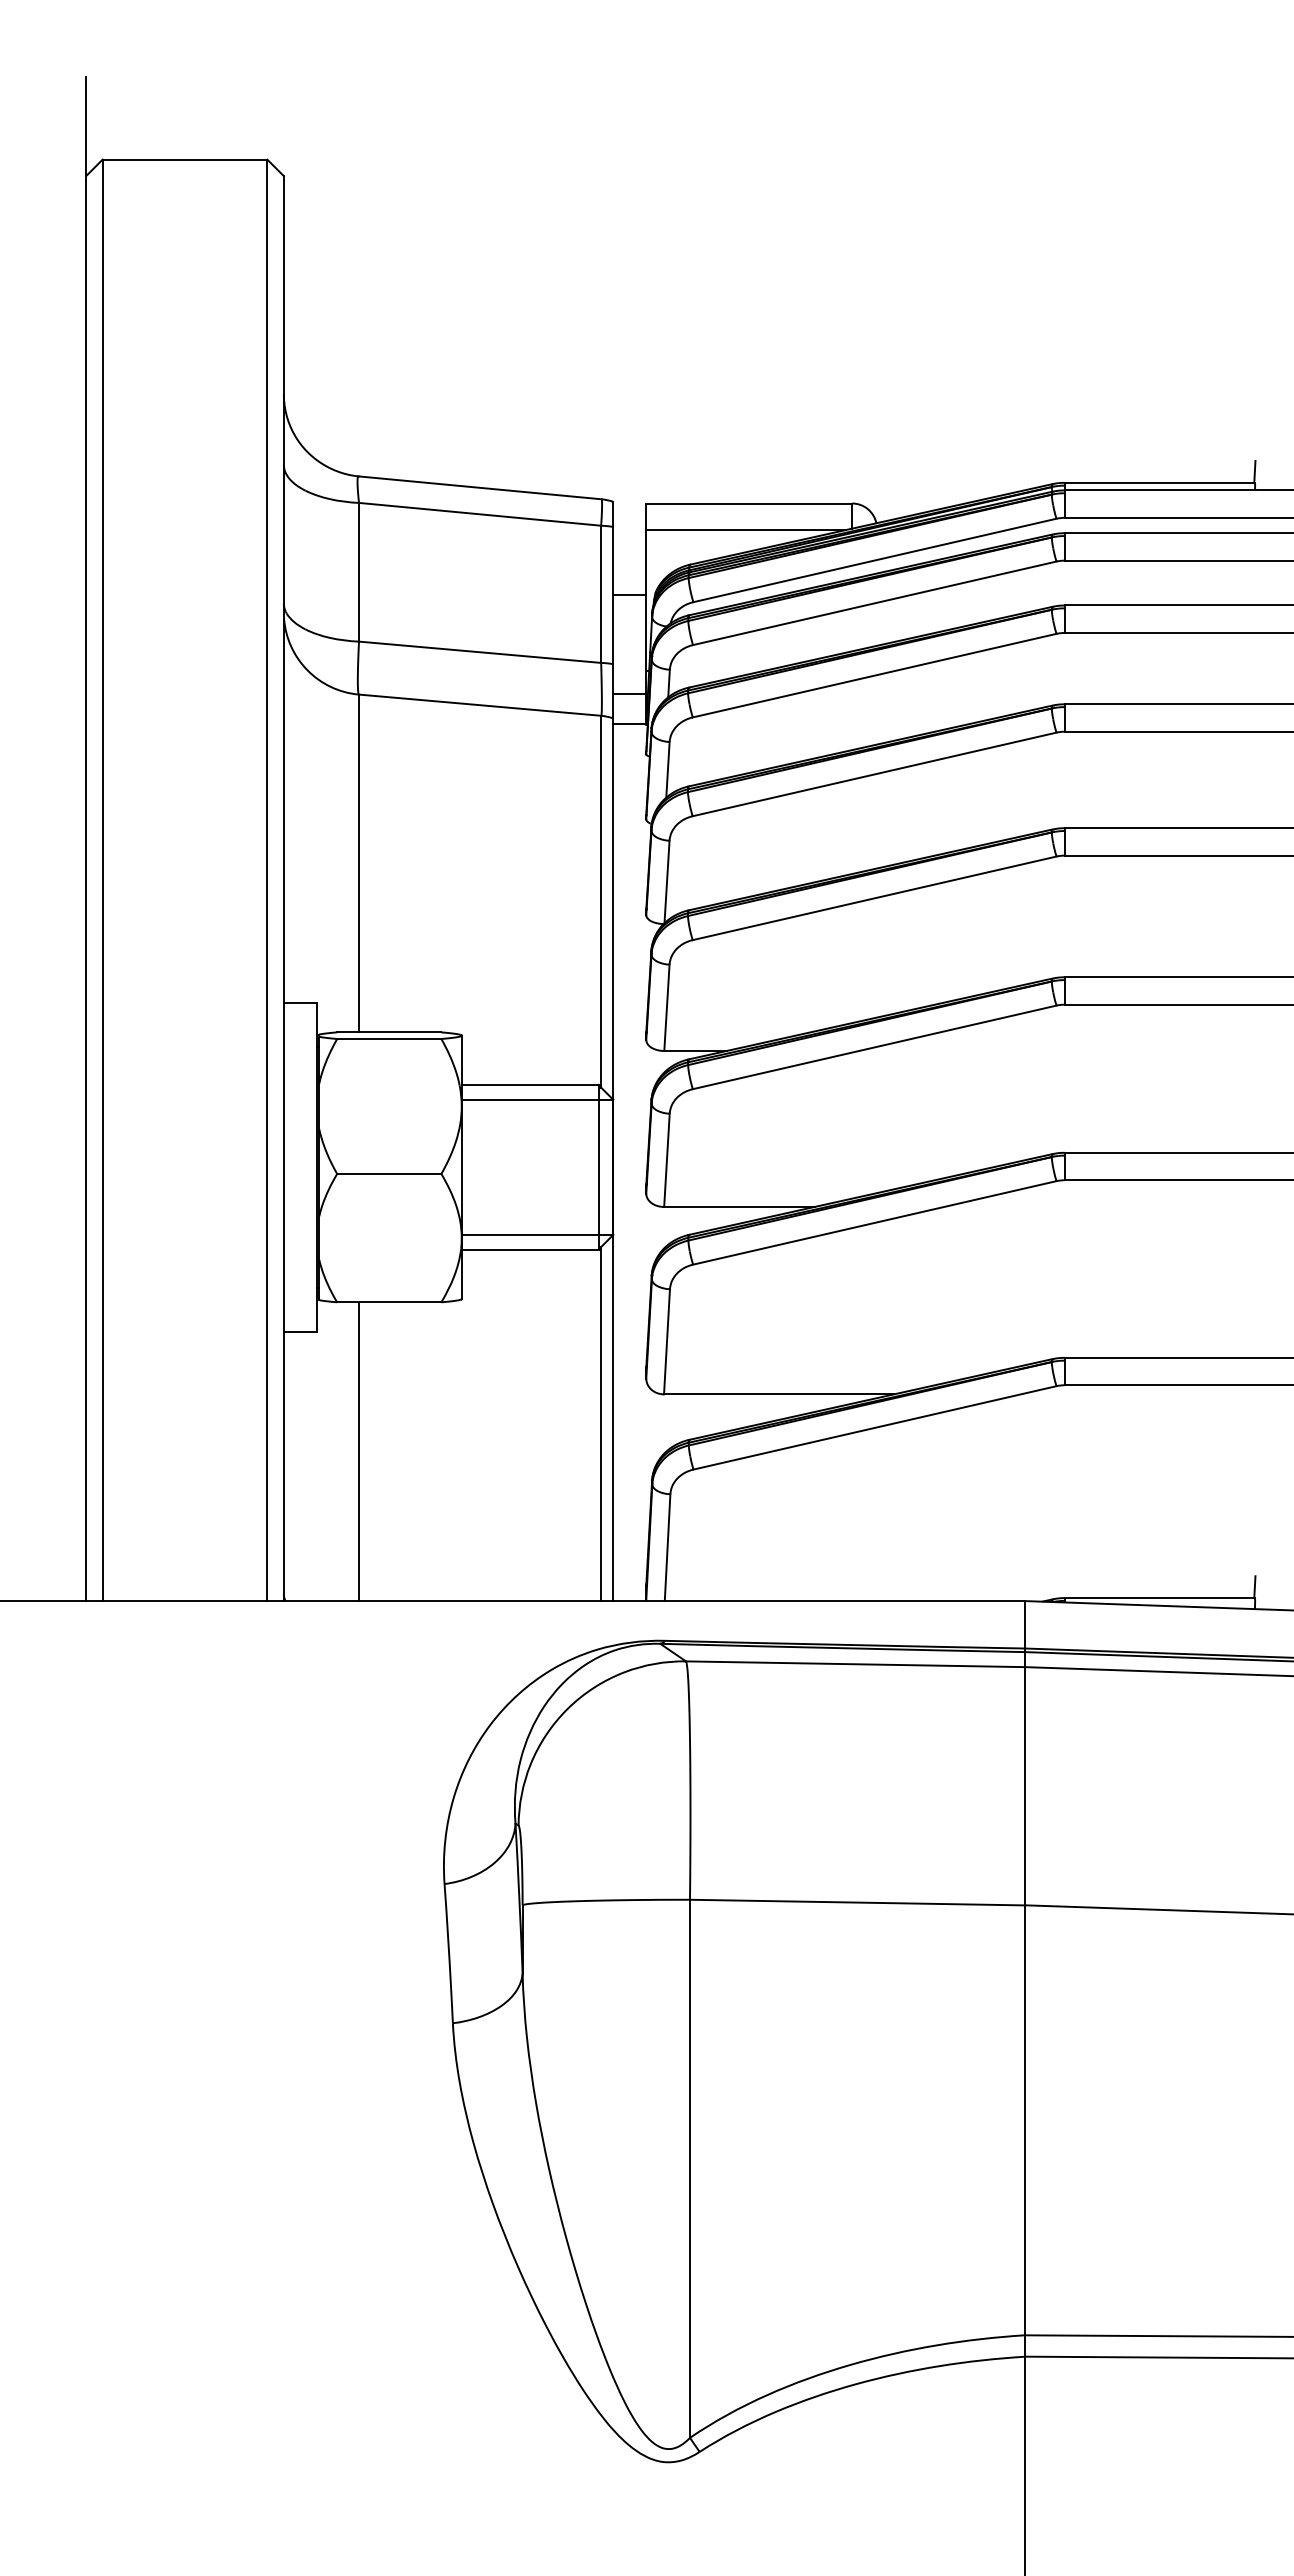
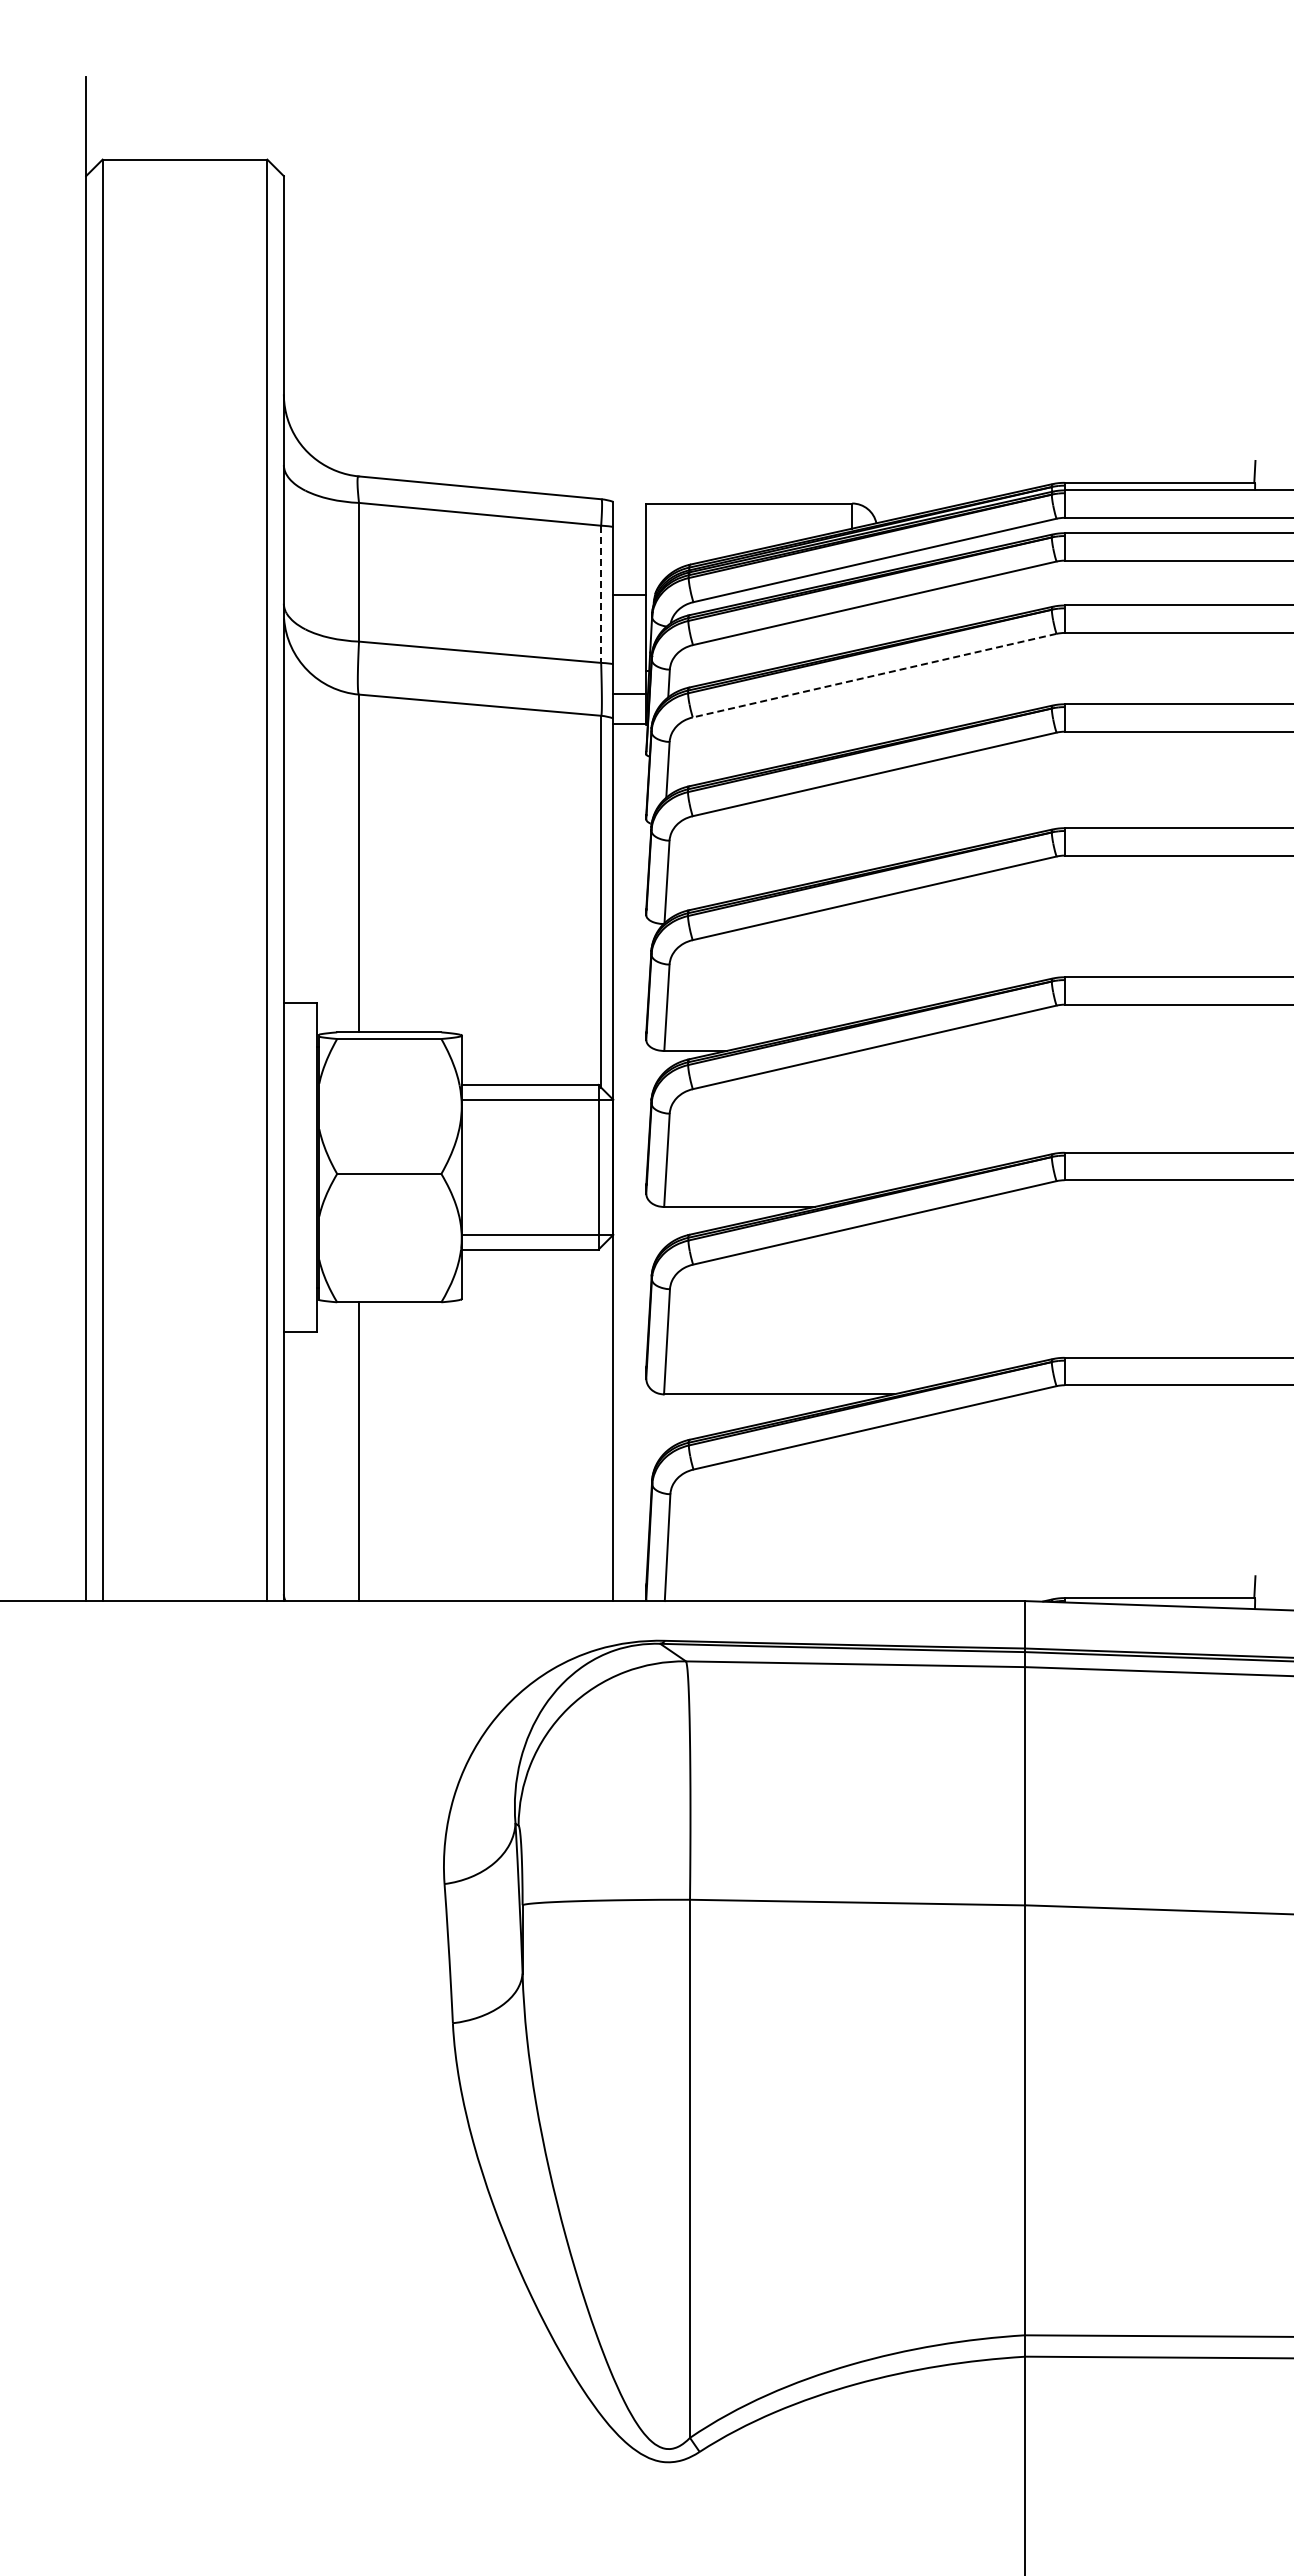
line at (745, 530): present -> none
line at (601, 594): solid -> dashed
line at (874, 675): solid -> dashed
line at (601, 1424): present -> none
